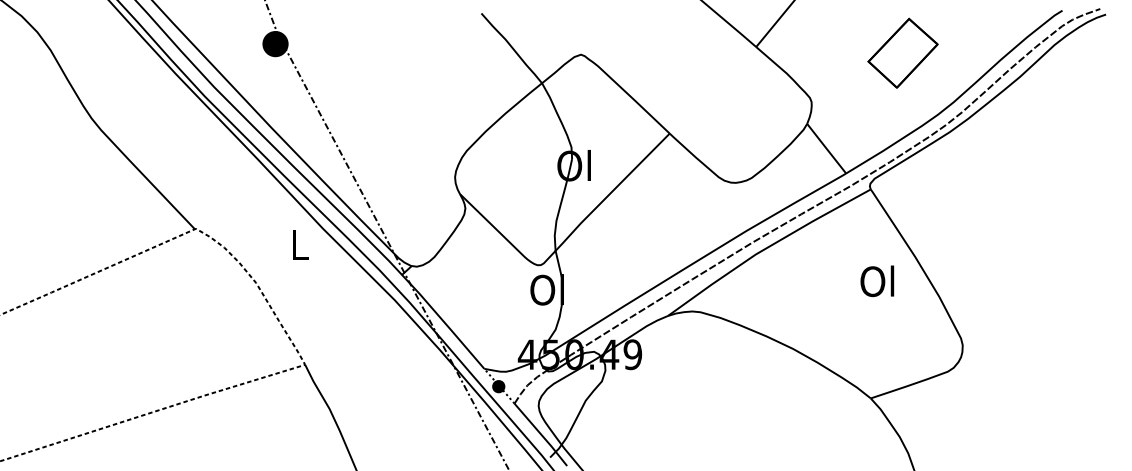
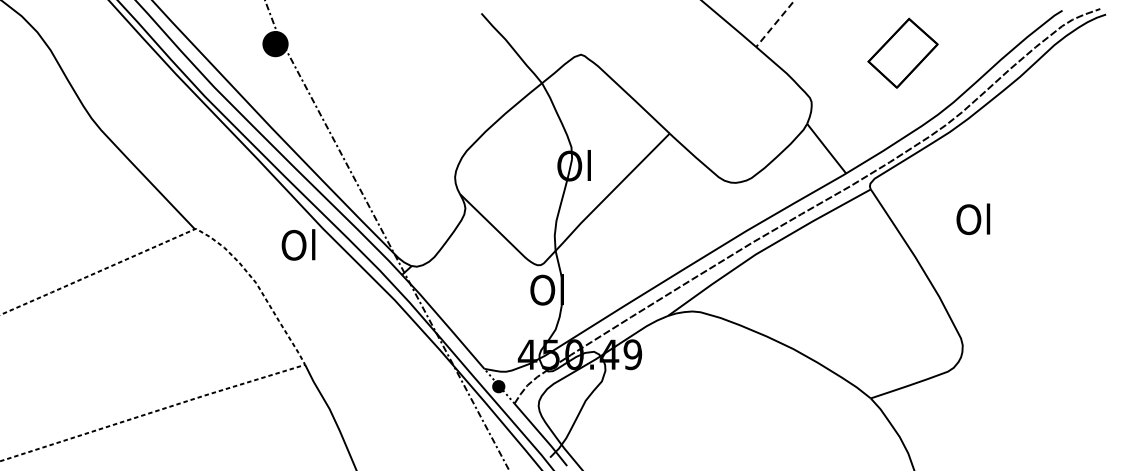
line at (775, 24): solid -> dashed
text at (298, 244): L -> Ol
text at (877, 281) position: (877, 281) -> (973, 219)
